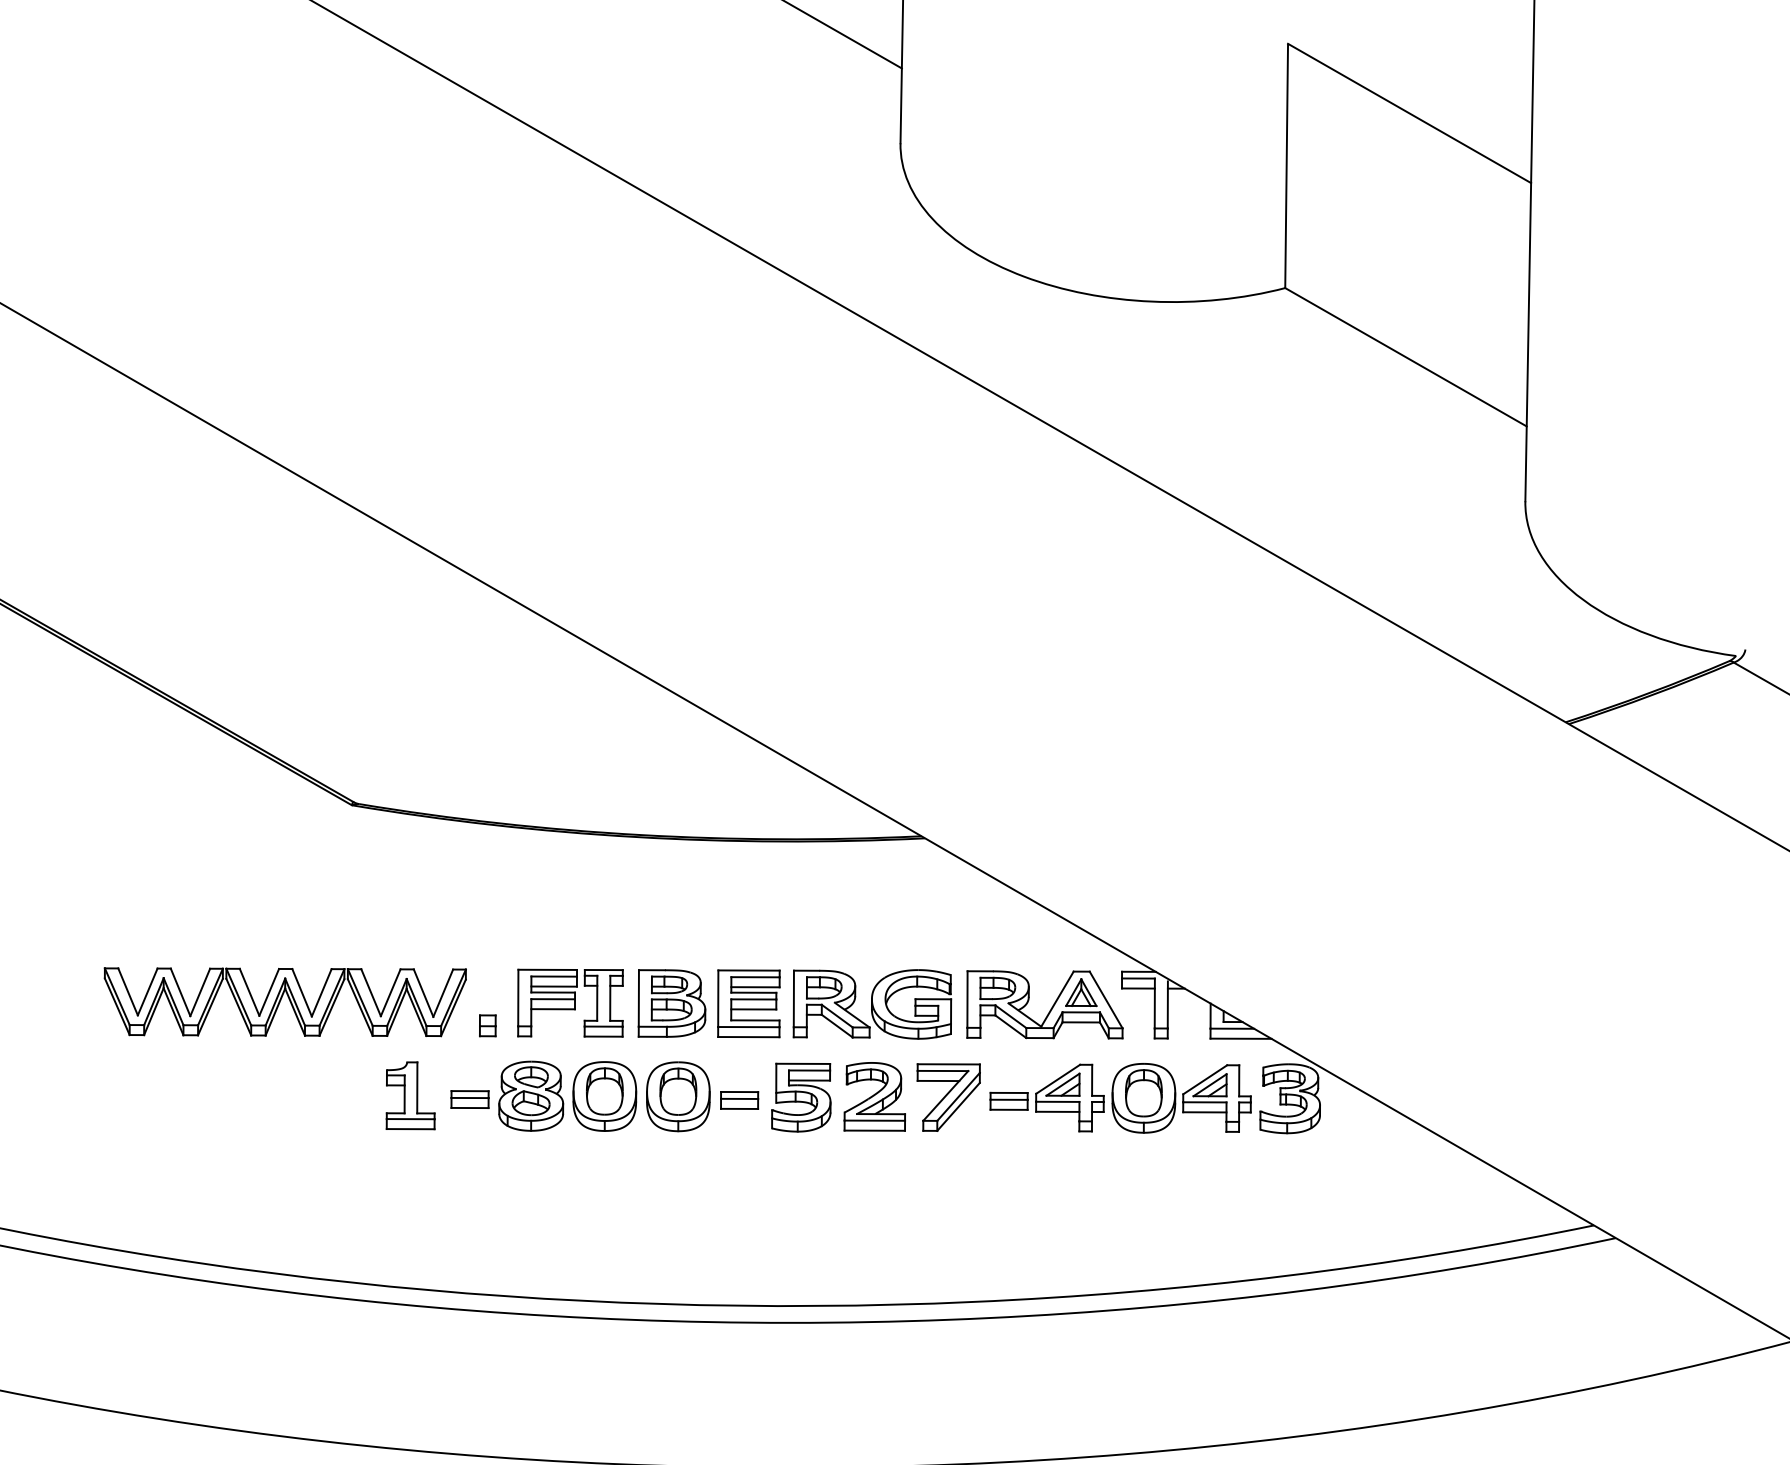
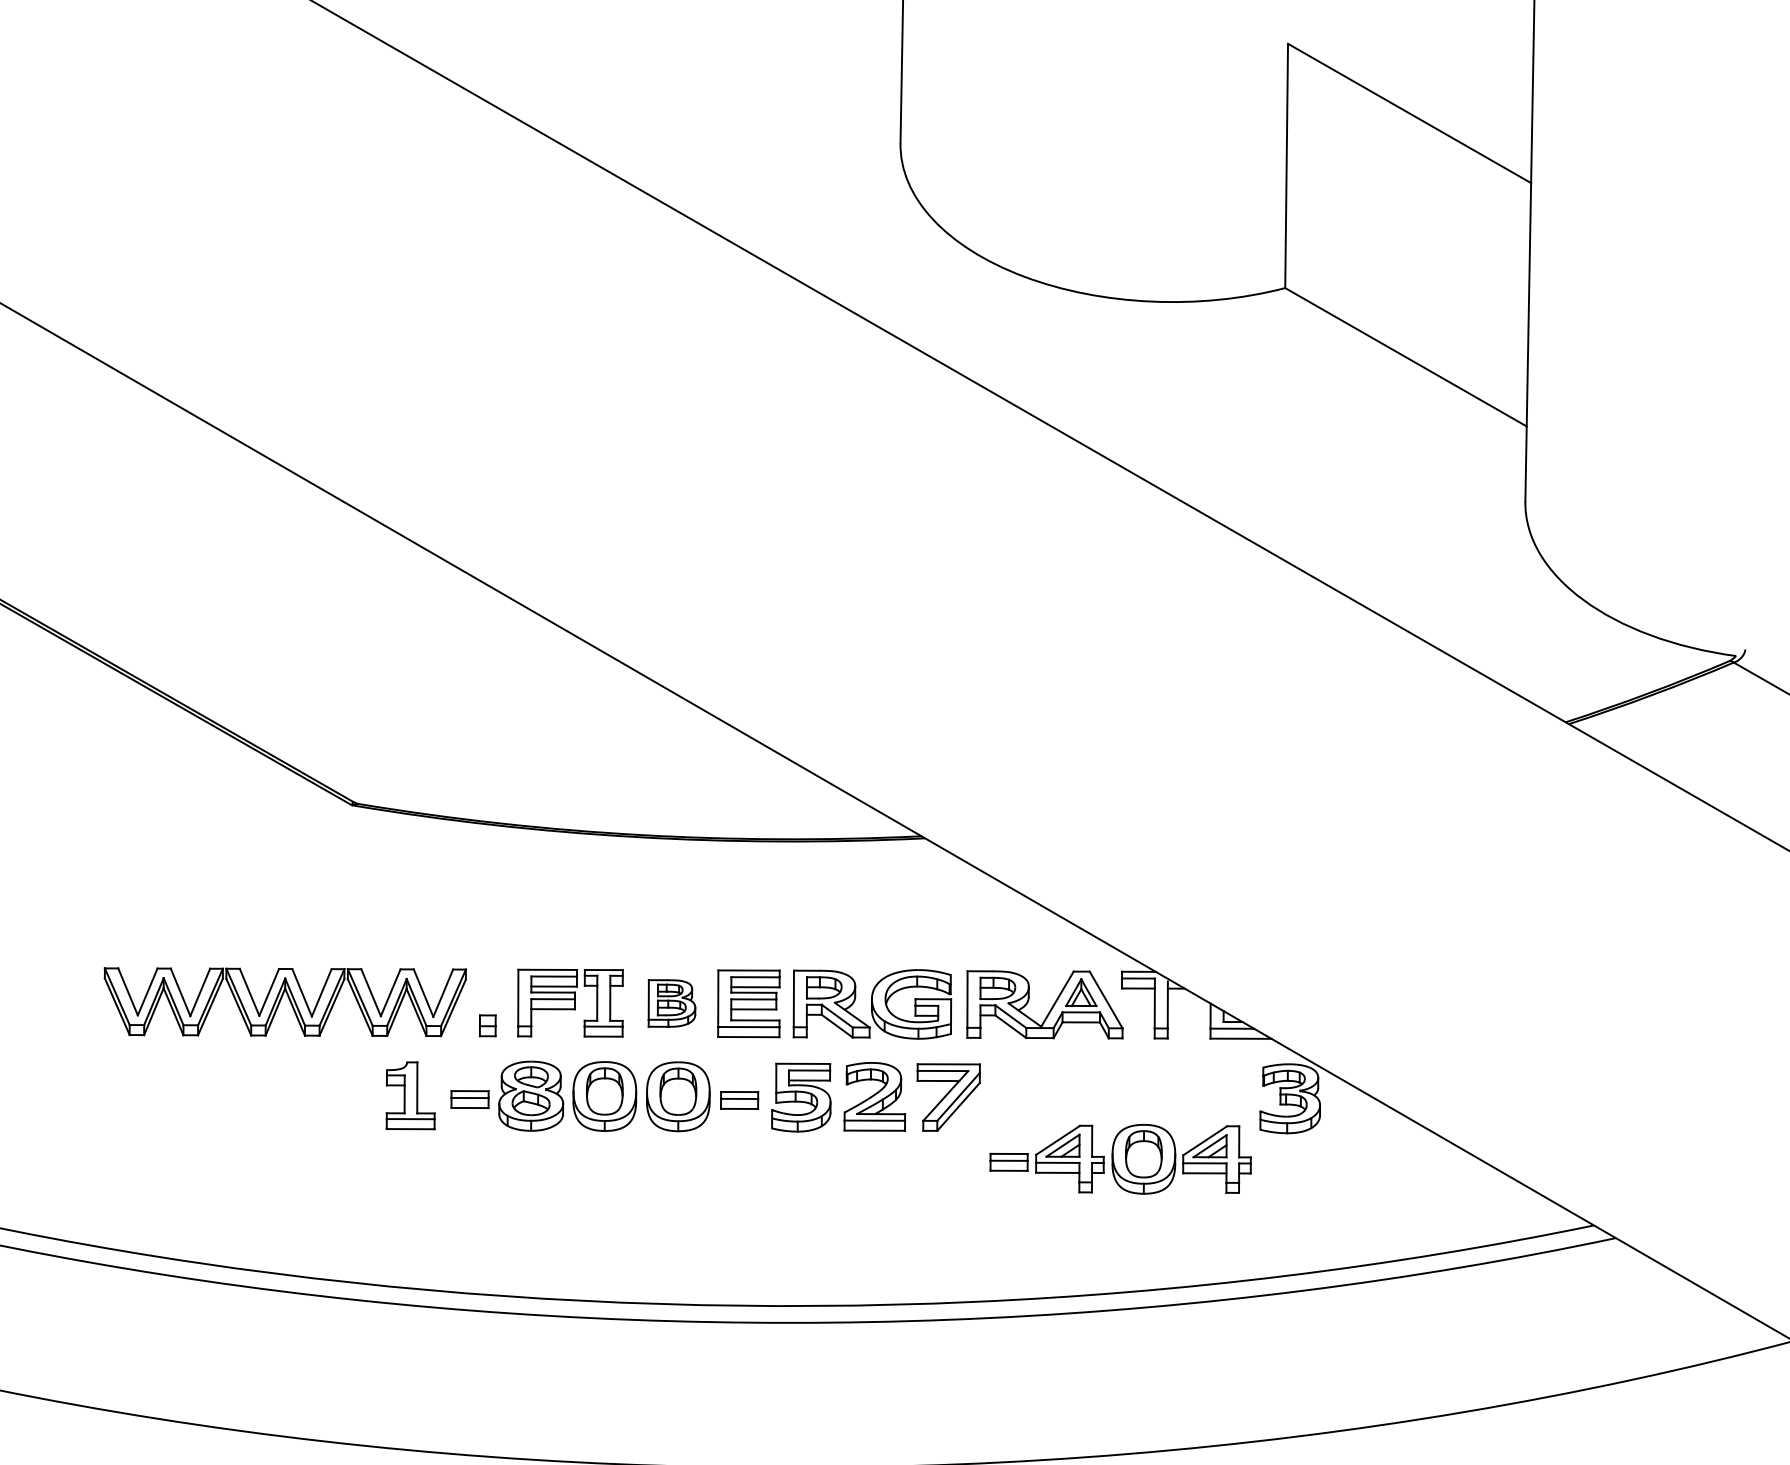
line at (843, 35): present -> none
part at (671, 1003) size: 70x69 px -> 50x49 px
part at (1120, 1098) position: (1120, 1098) -> (1120, 1159)
